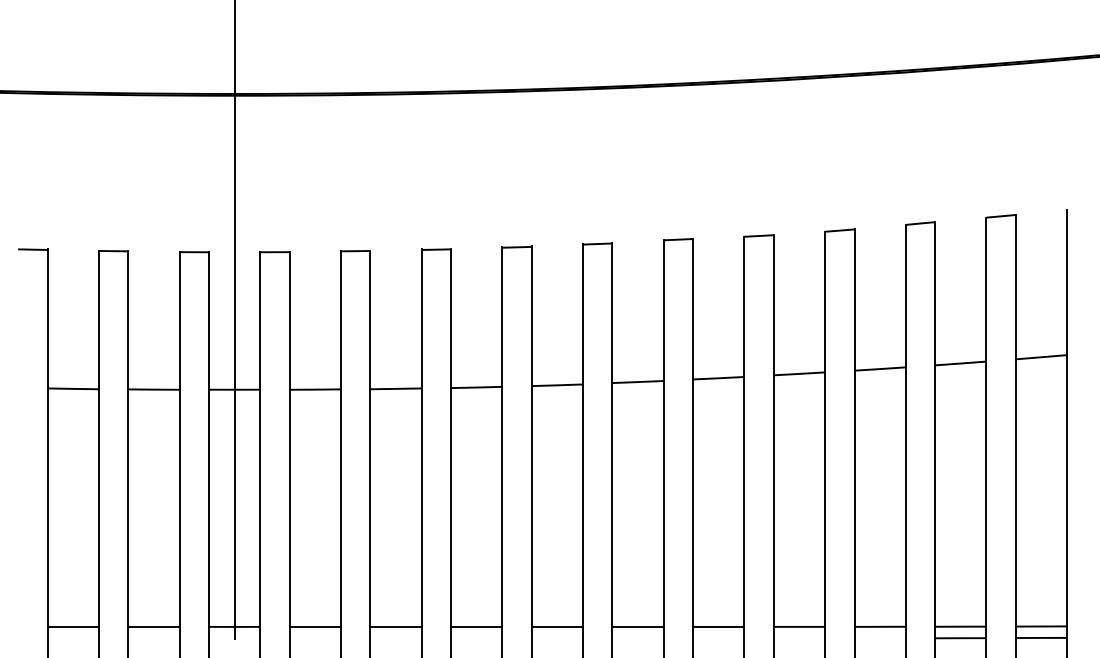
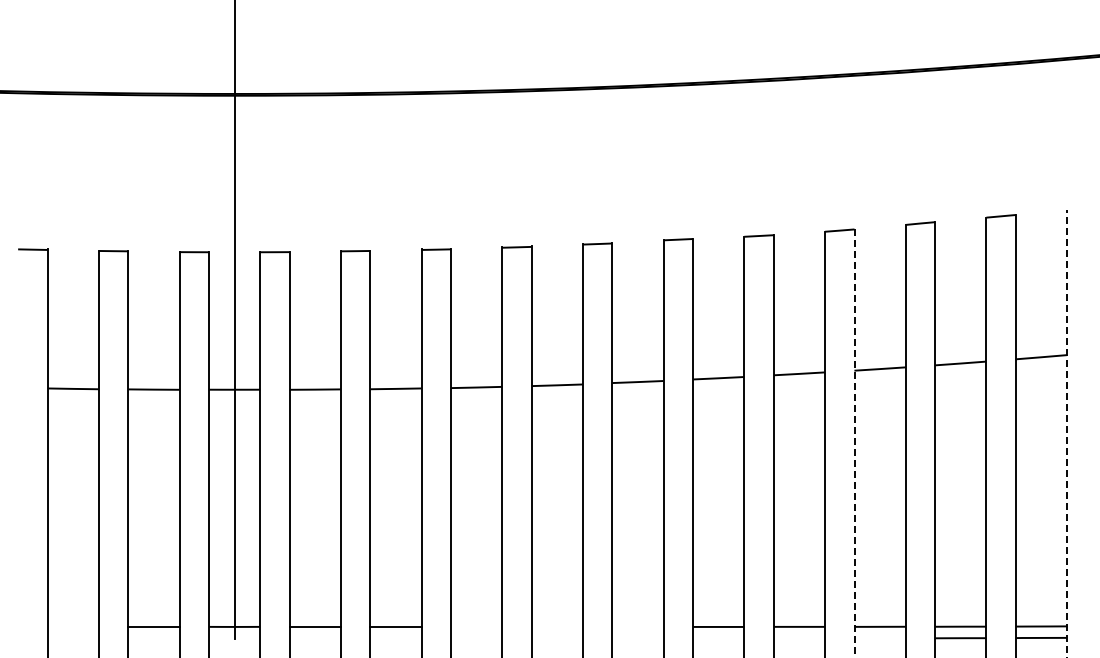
line at (1067, 434): solid -> dashed
line at (854, 443): solid -> dashed
line at (72, 626): present -> none
line at (476, 626): present -> none
line at (556, 626): present -> none
line at (637, 626): present -> none
